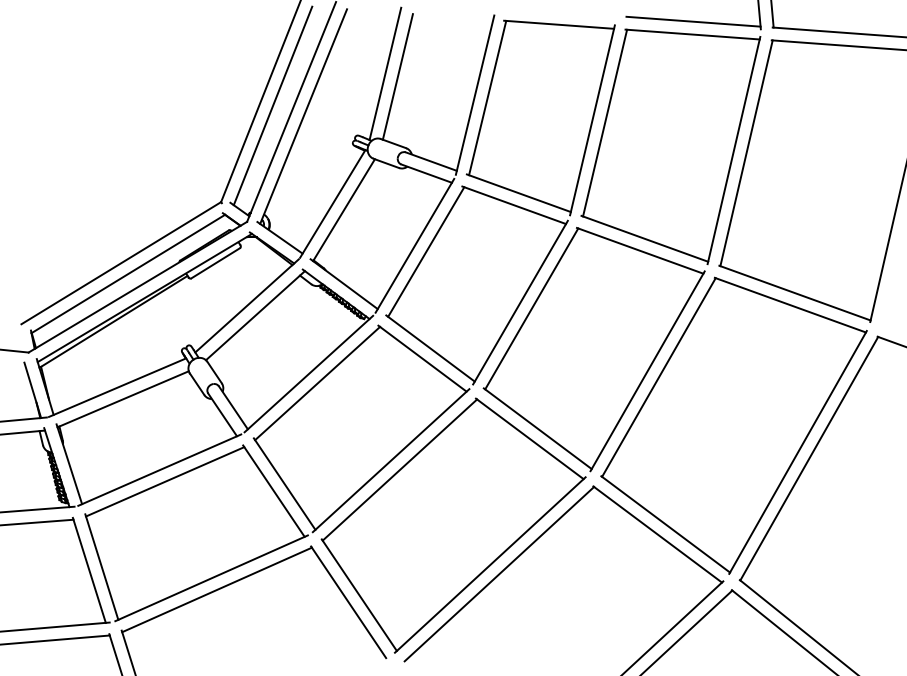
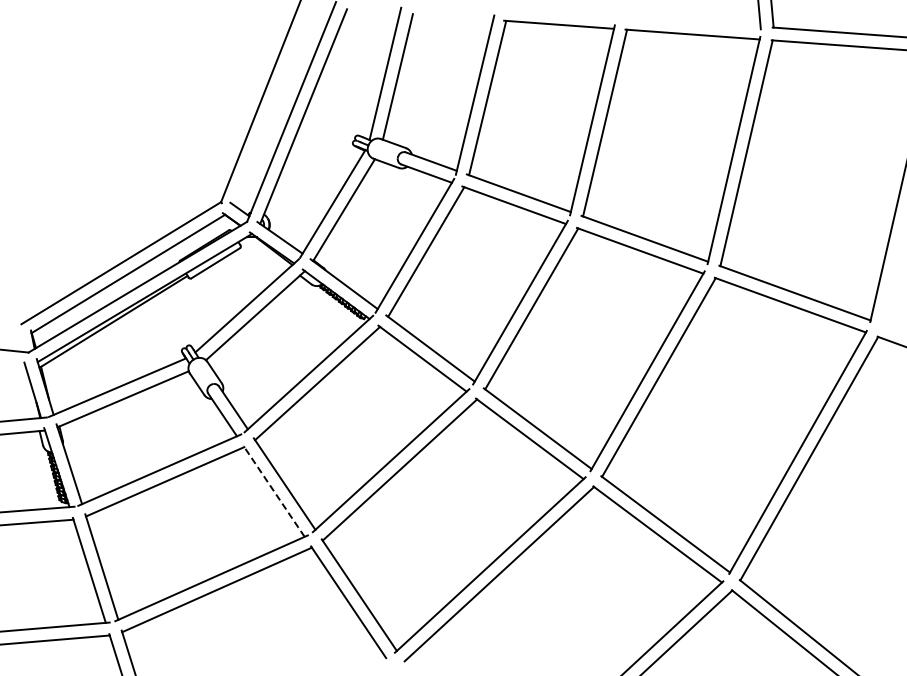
line at (693, 21): present -> none
line at (272, 105): present -> none
line at (273, 490): solid -> dashed
